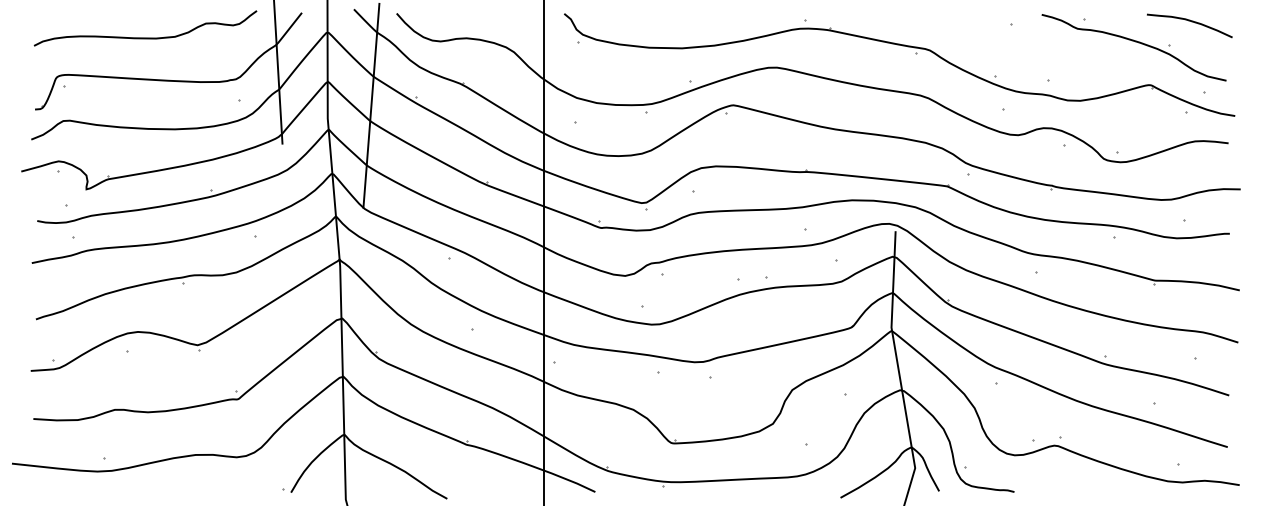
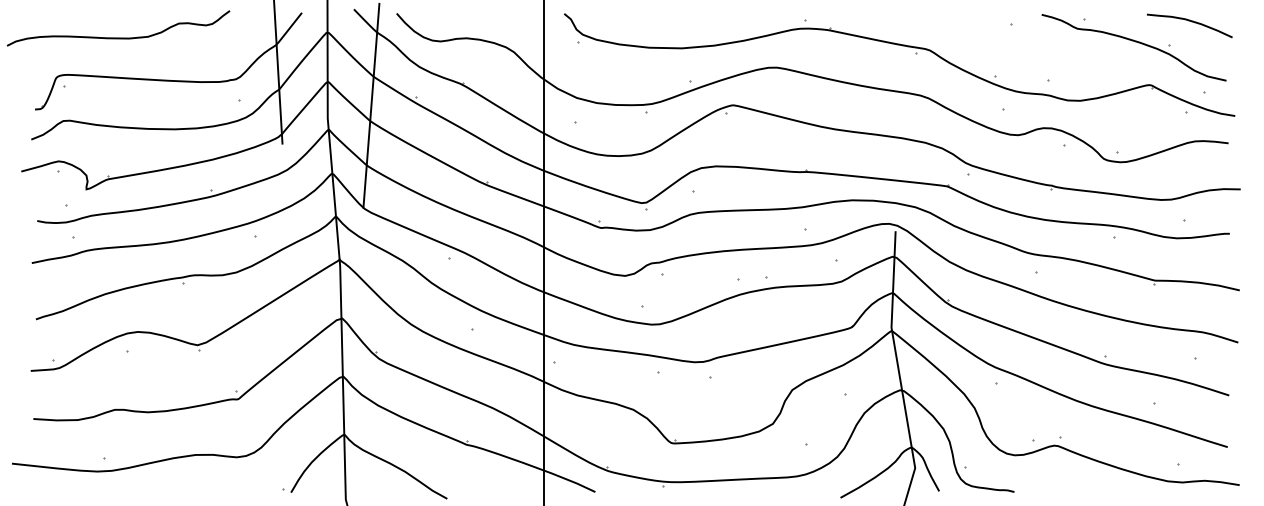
curve at (145, 37) position: (145, 37) -> (118, 37)
